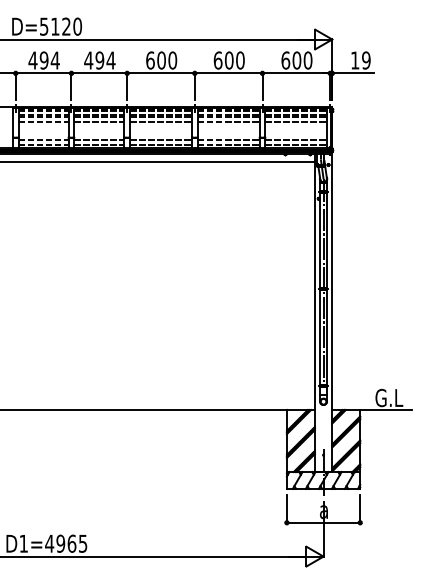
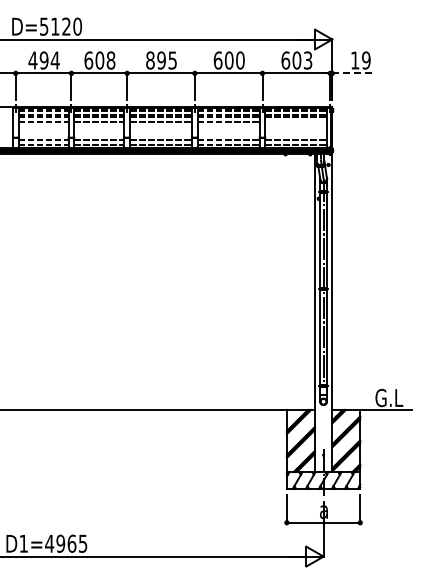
text at (99, 60): 494 -> 608
text at (161, 60): 600 -> 895
text at (307, 60): 600 -> 603
line at (353, 73): solid -> dashed
line at (296, 122): present -> none
line at (158, 161): present -> none
